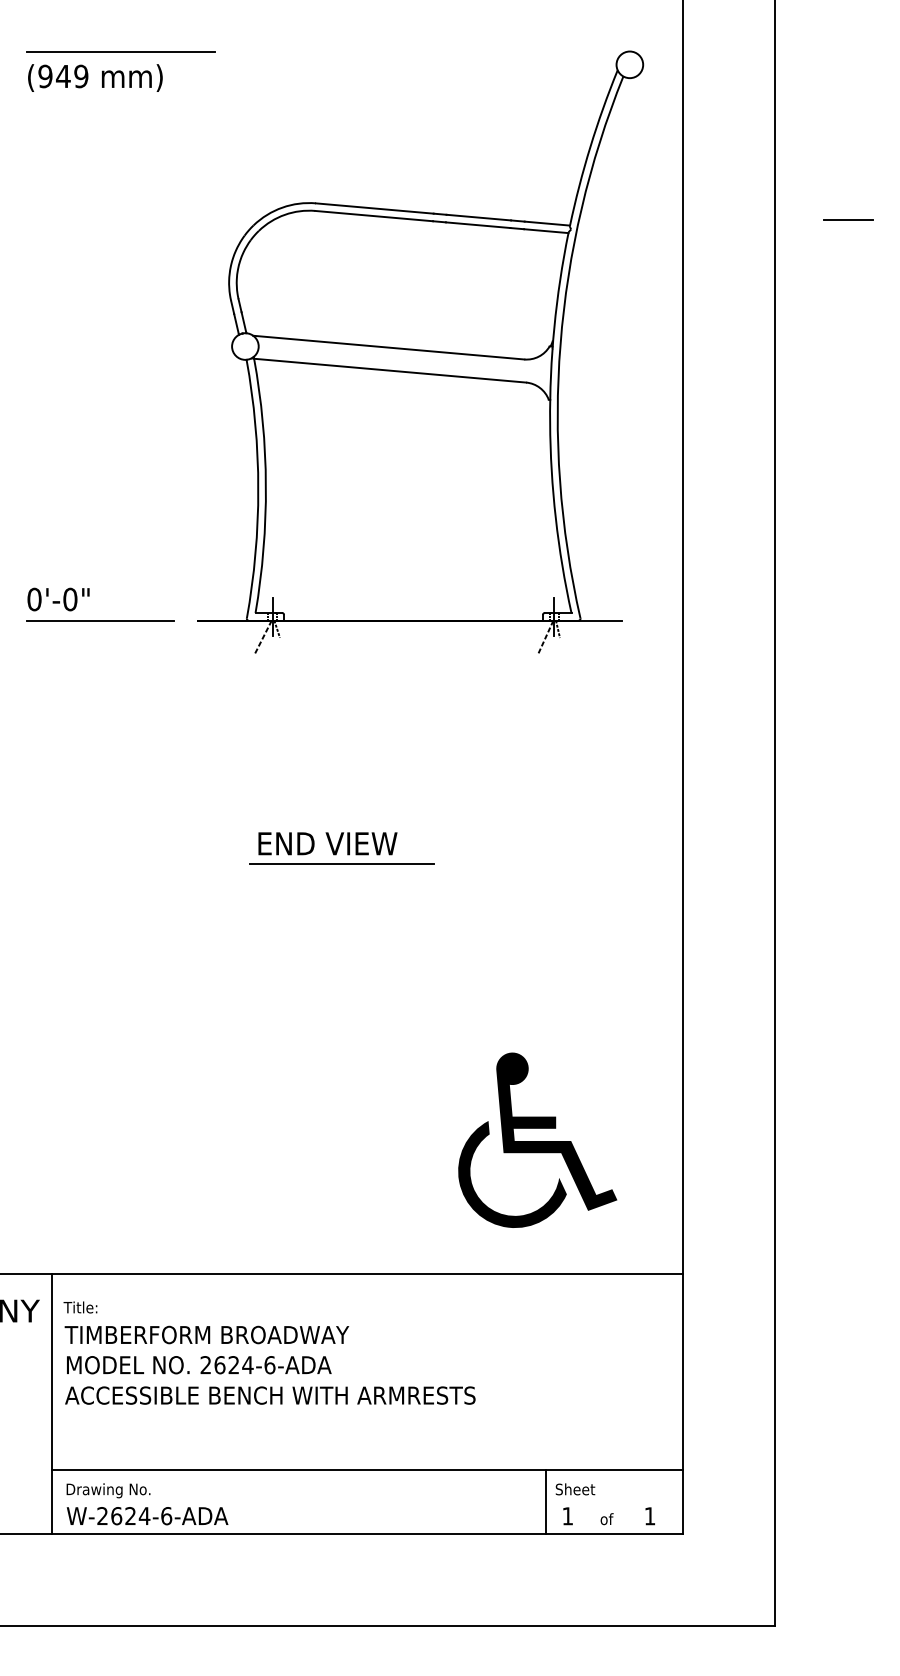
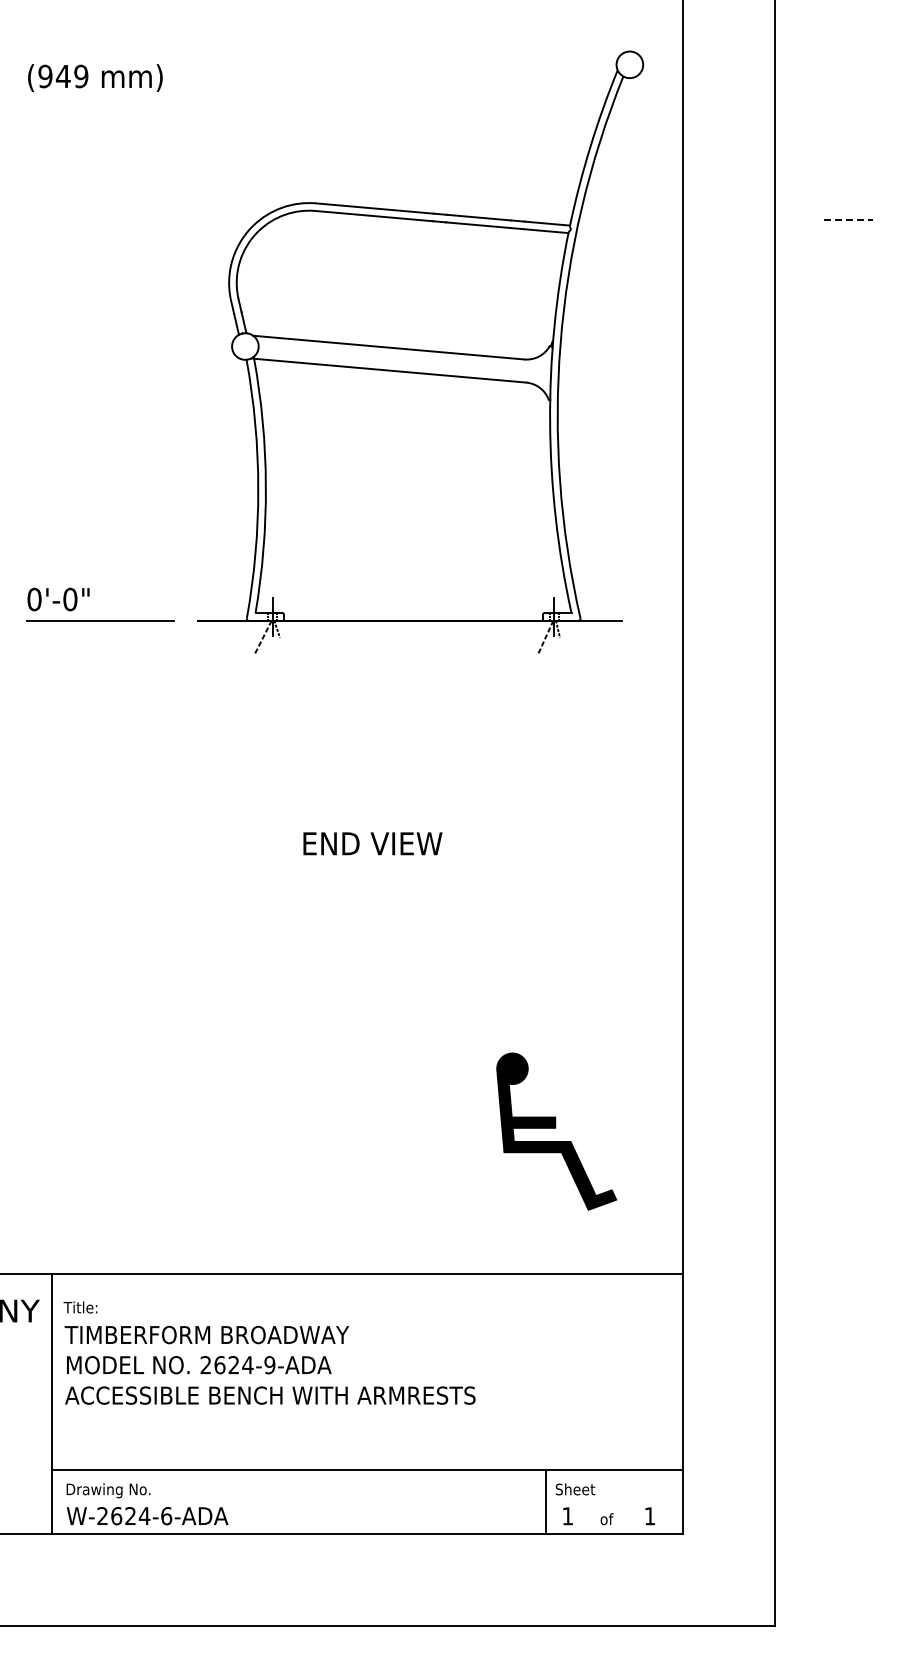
line at (120, 51): present -> none
line at (848, 219): solid -> dashed
text at (327, 843) position: (327, 843) -> (372, 843)
line at (341, 864): present -> none
fill at (512, 1174): present -> none
text at (269, 1365): 2624-6-ADA -> 2624-9-ADA
